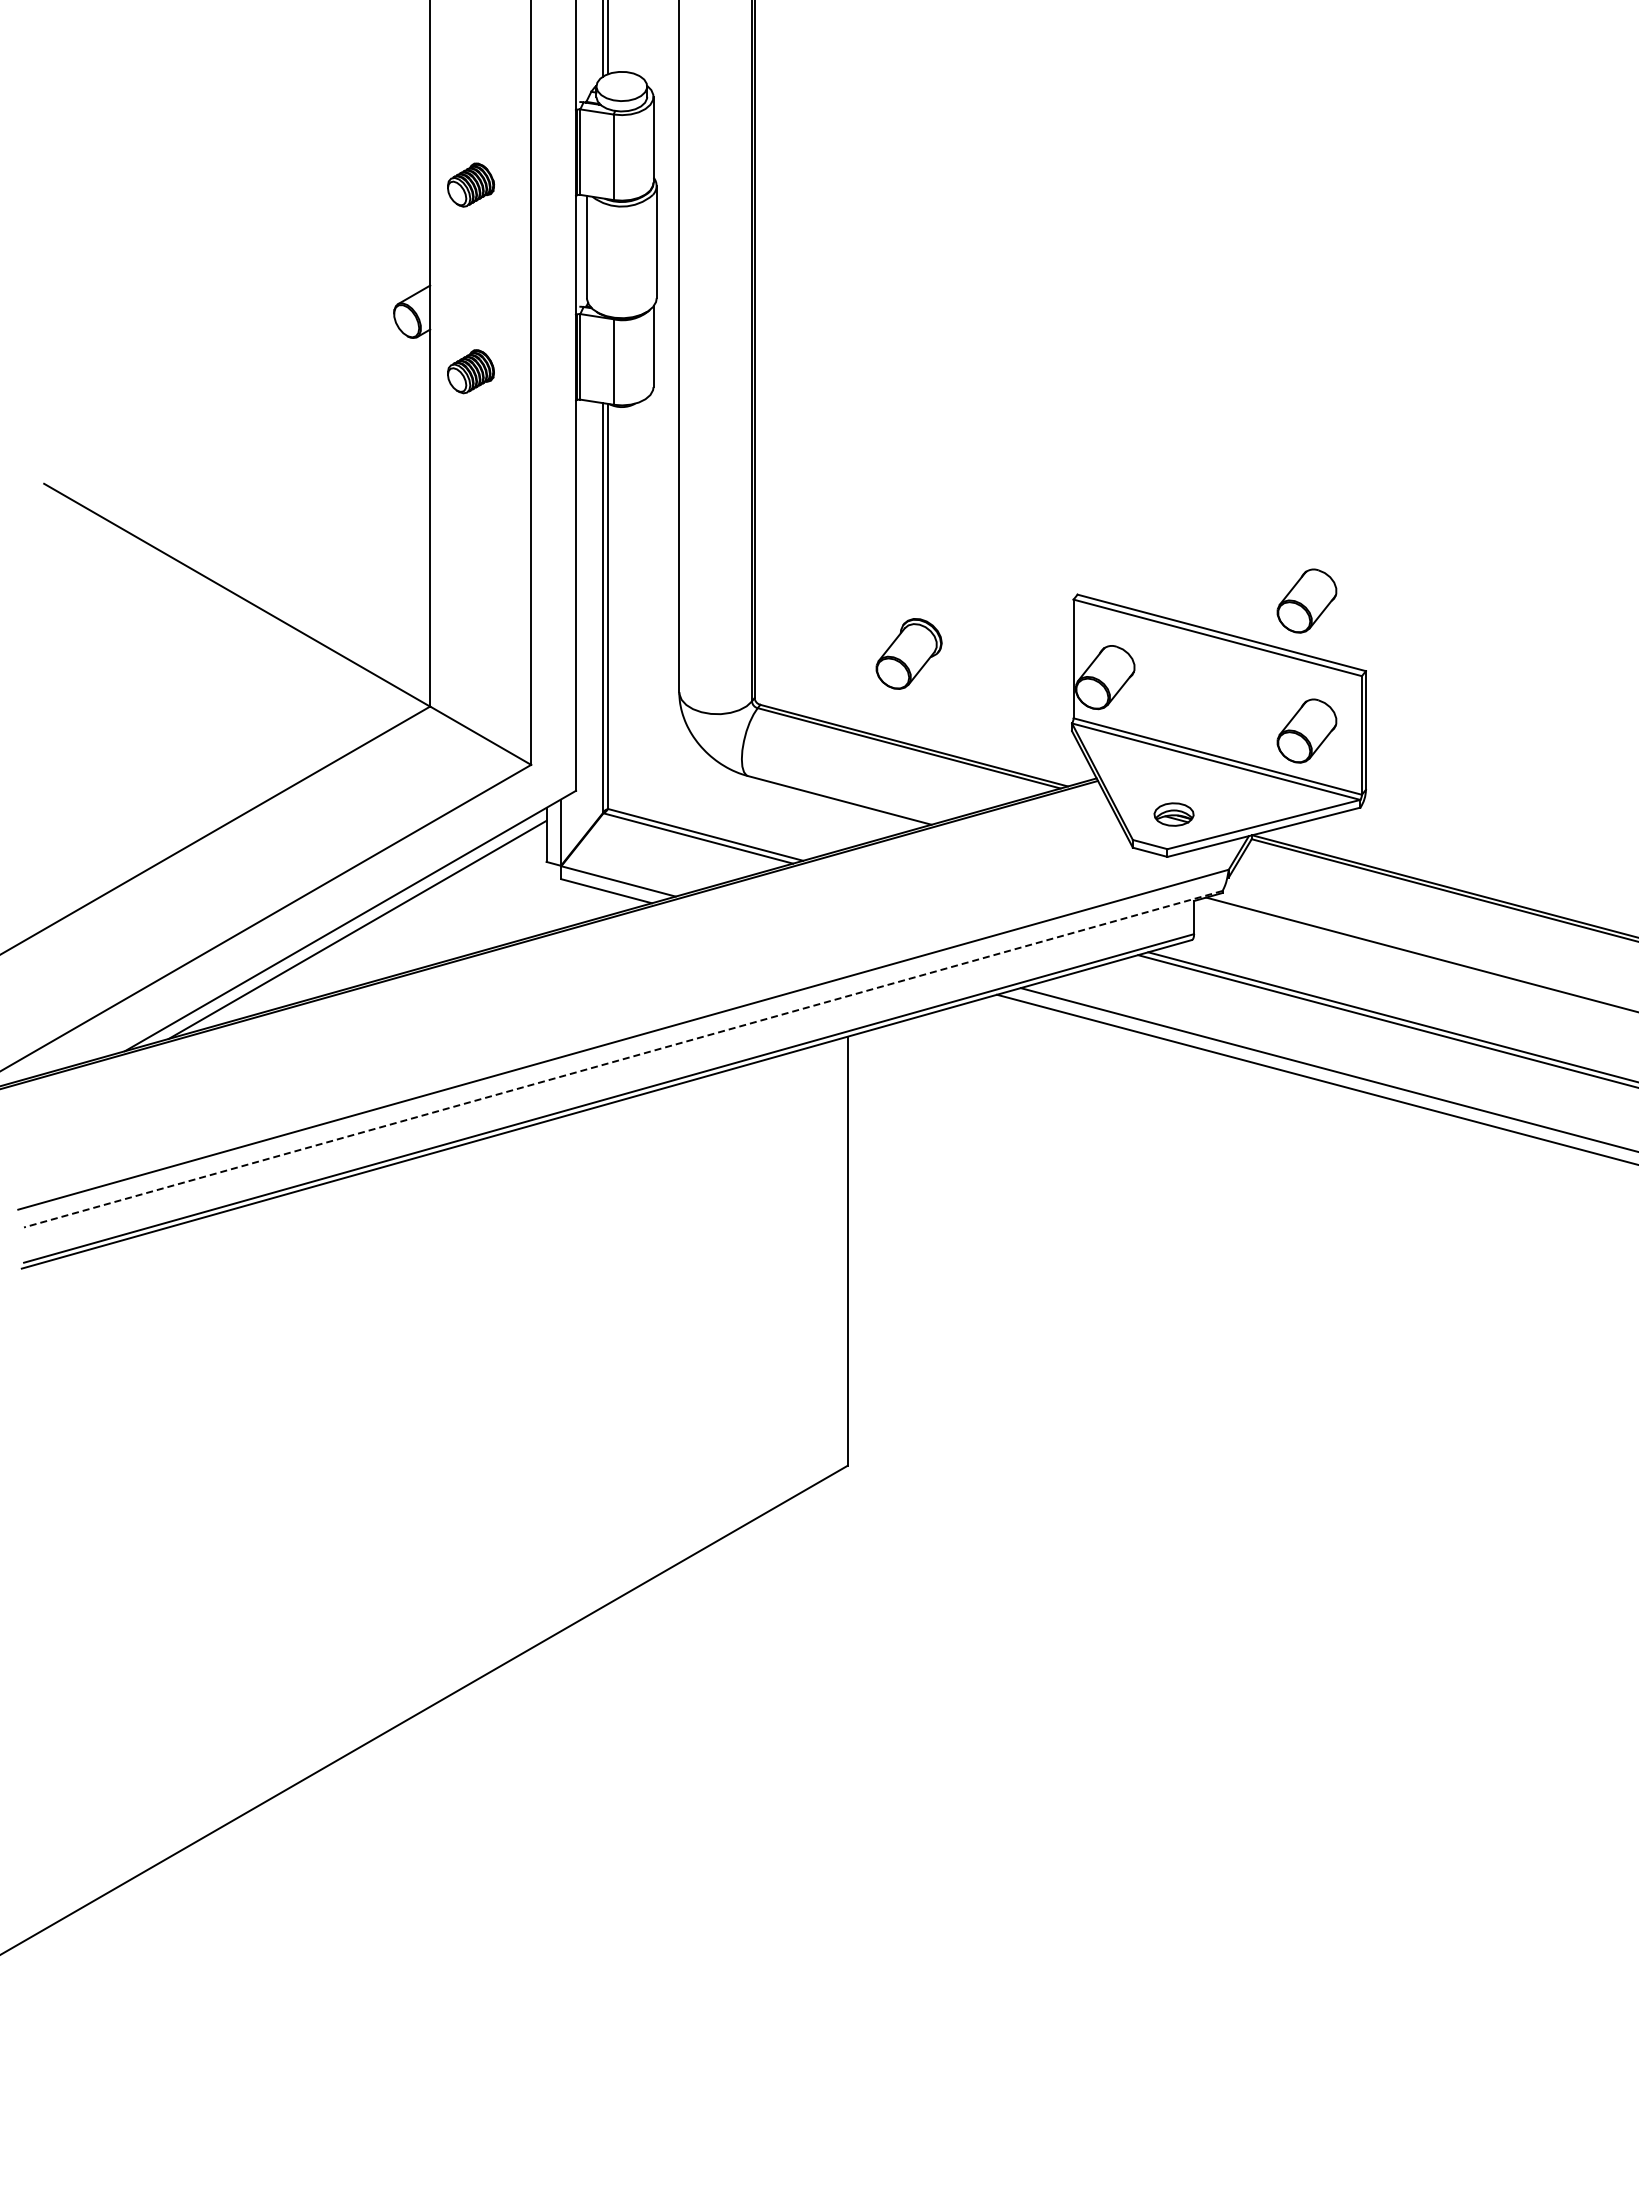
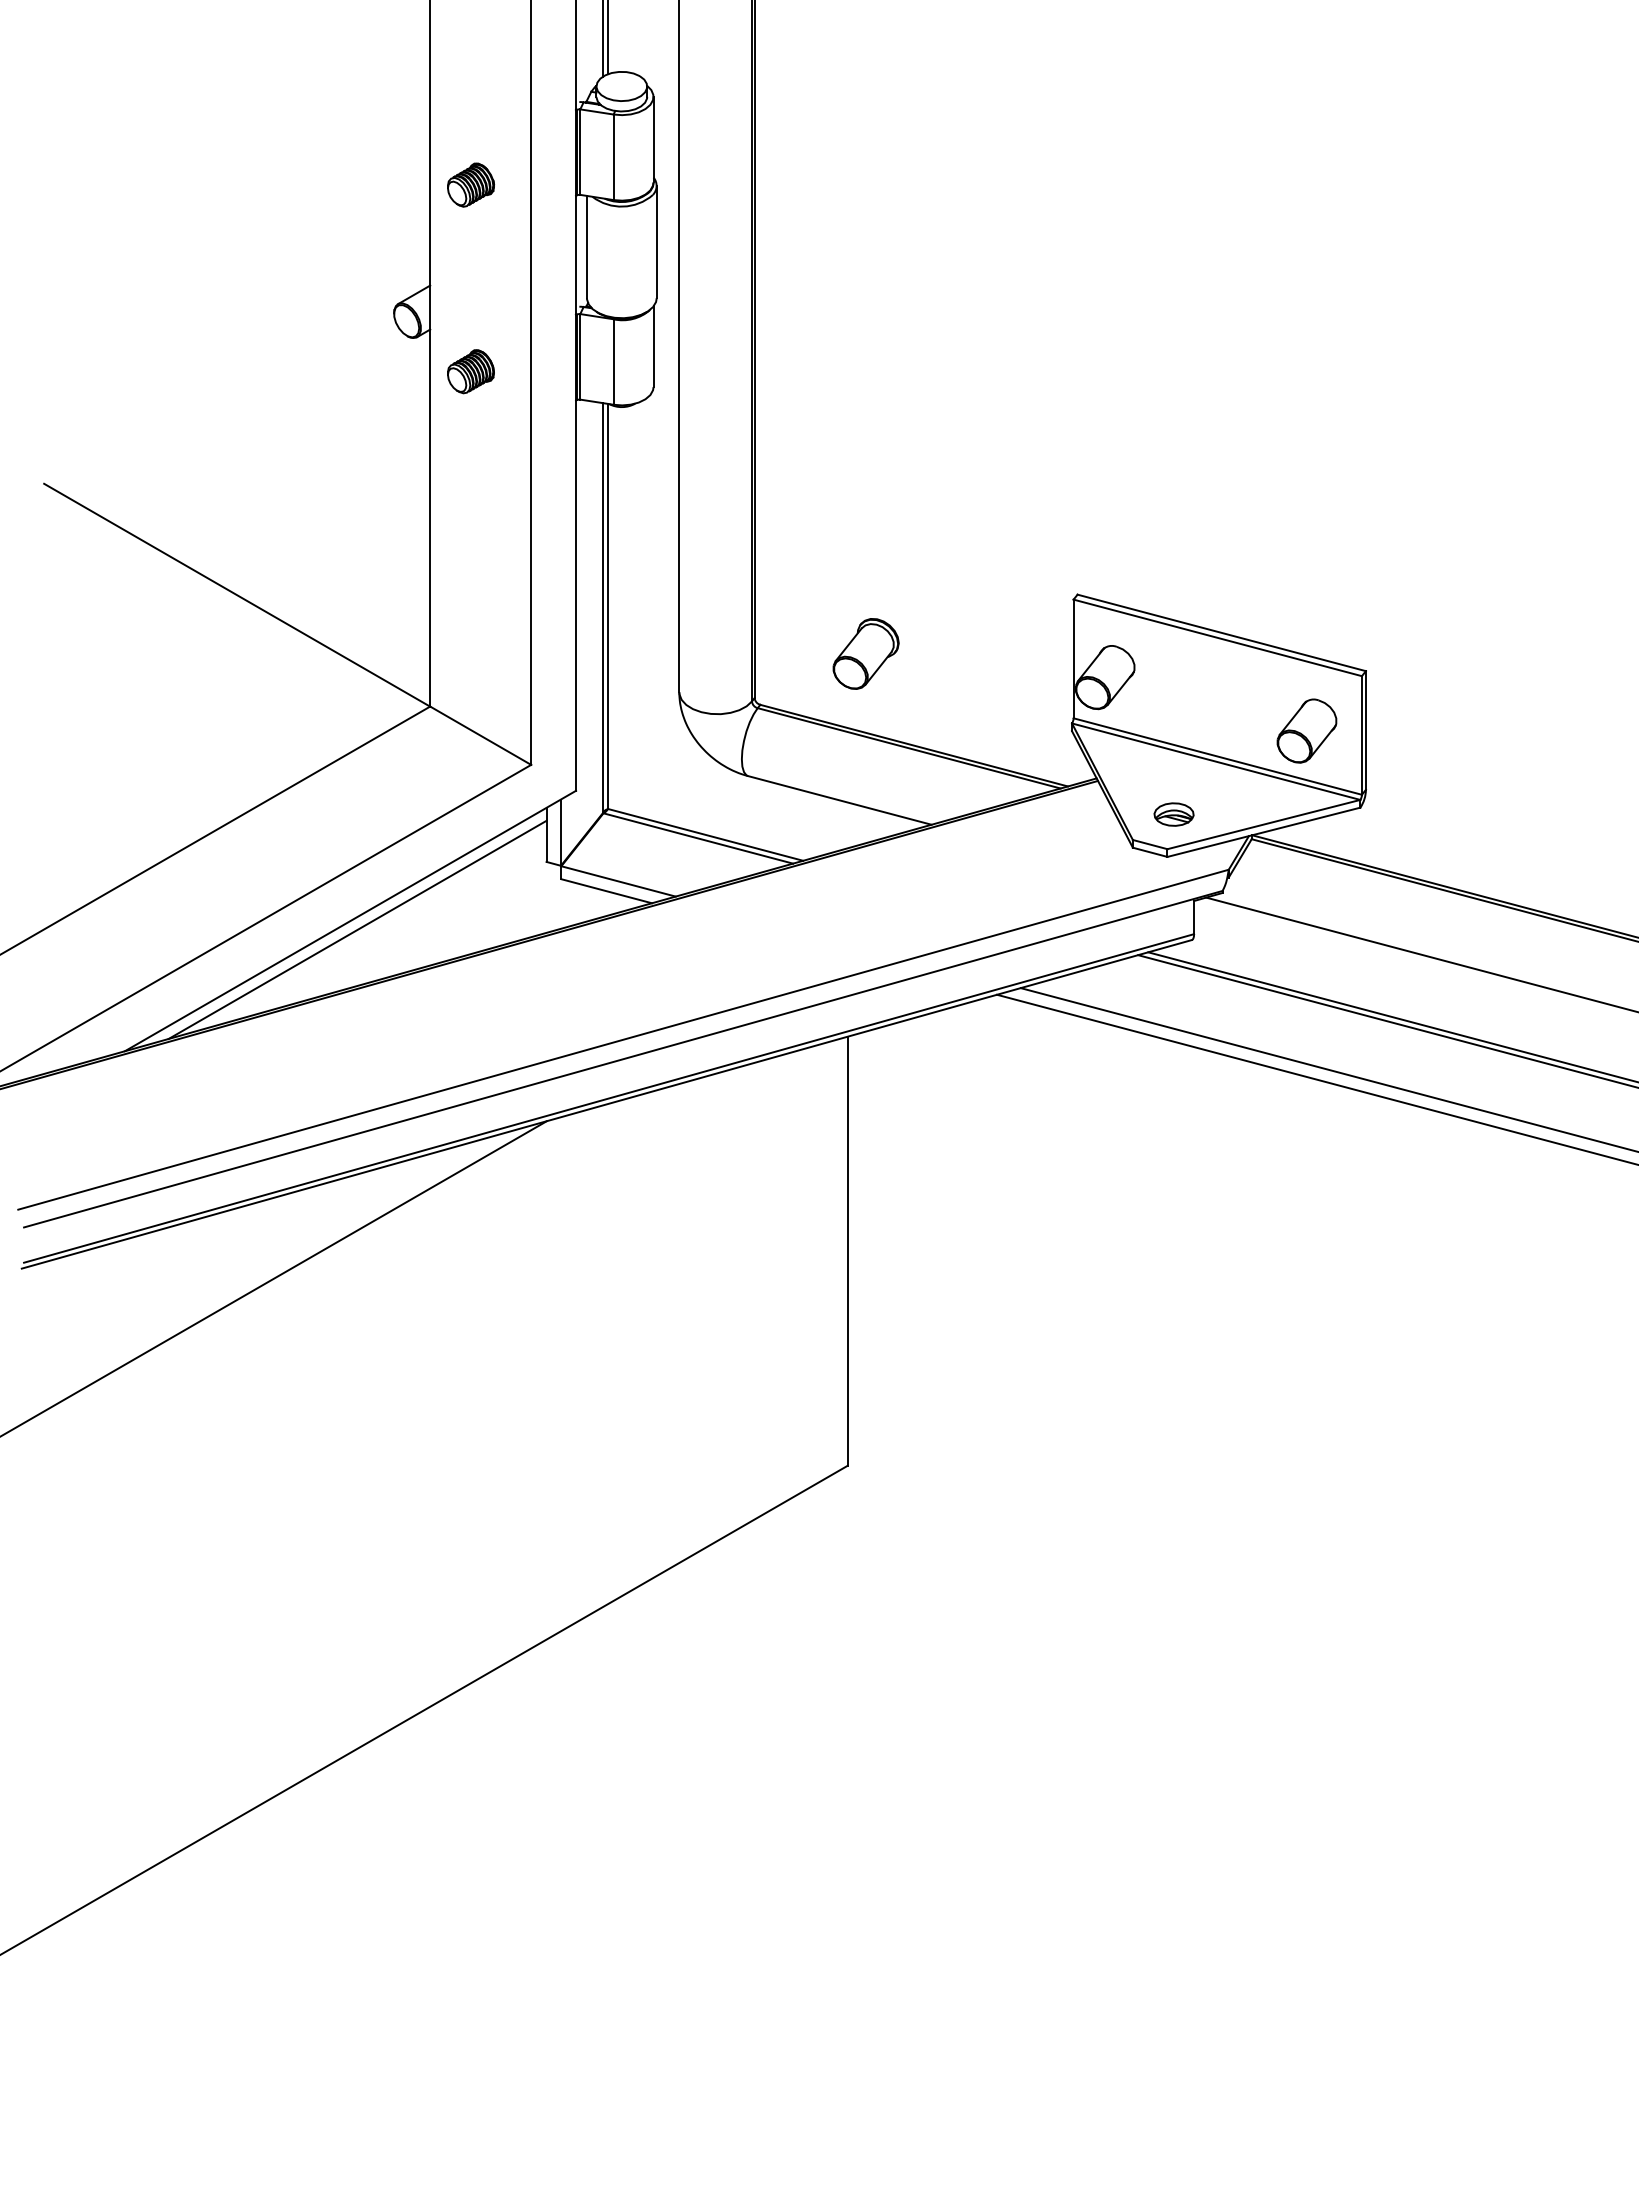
part at (1306, 600): present -> none
part at (908, 653) position: (908, 653) -> (865, 653)
line at (622, 1059): dashed -> solid
line at (274, 1278): none -> present
